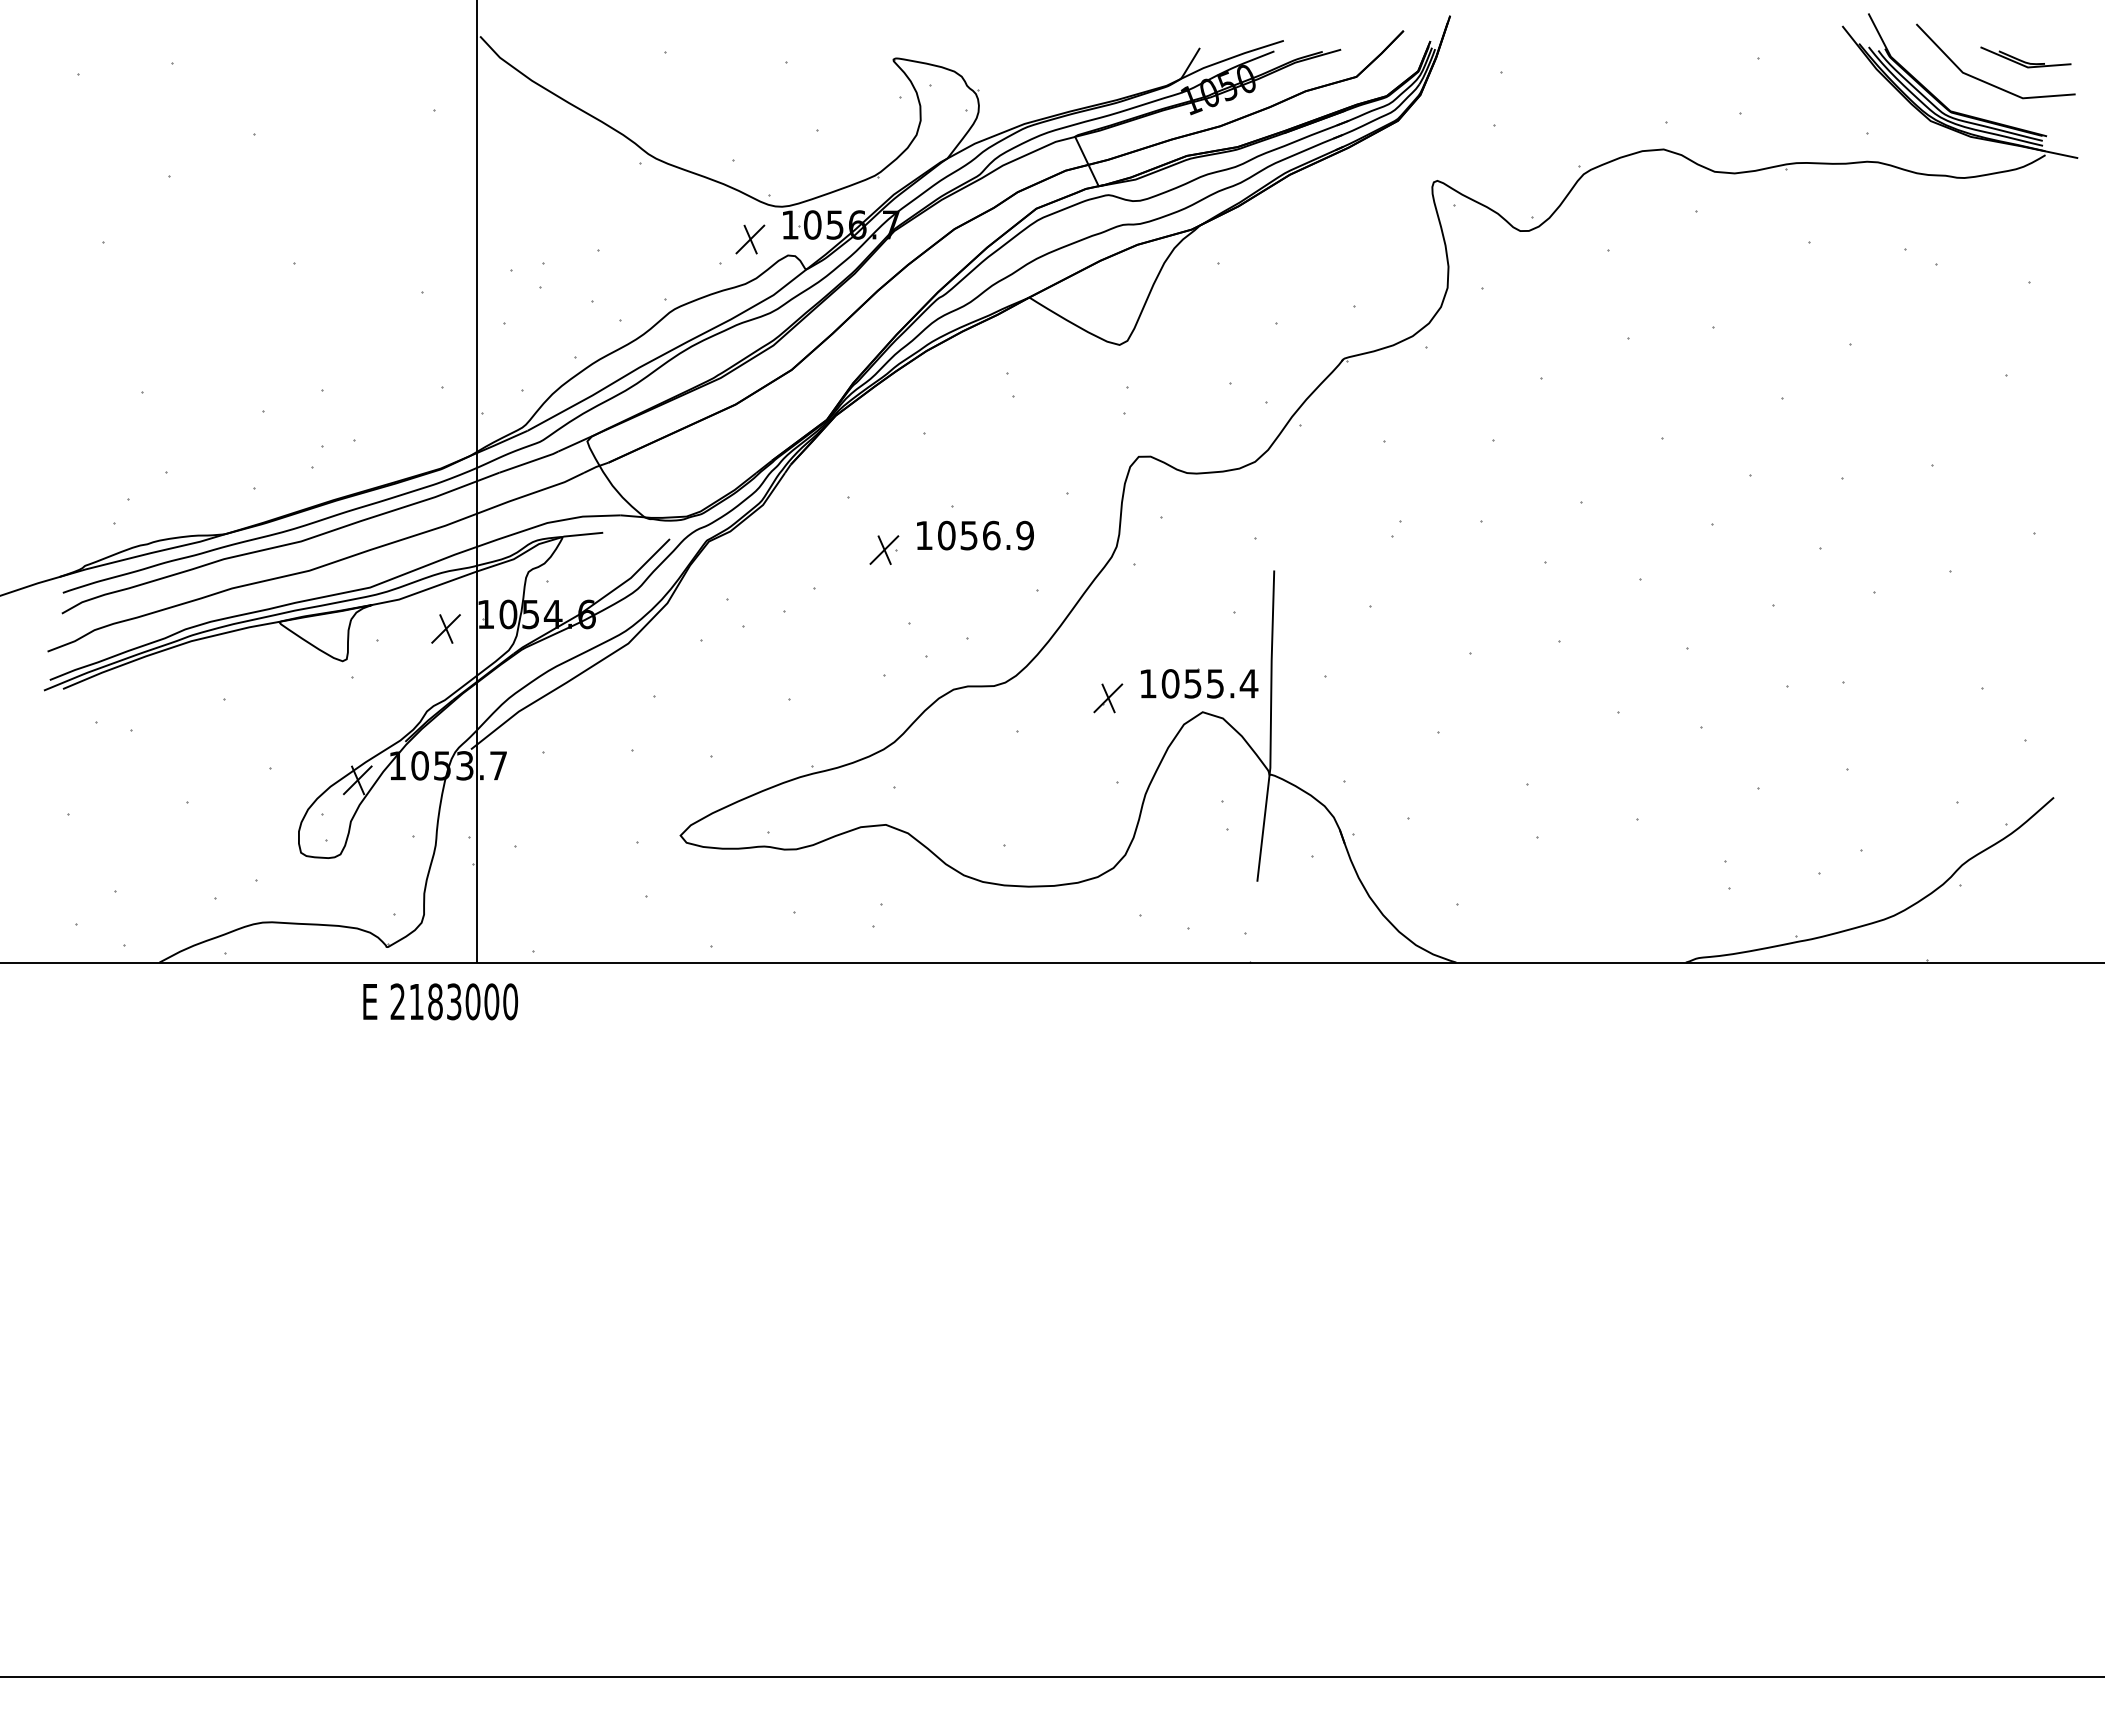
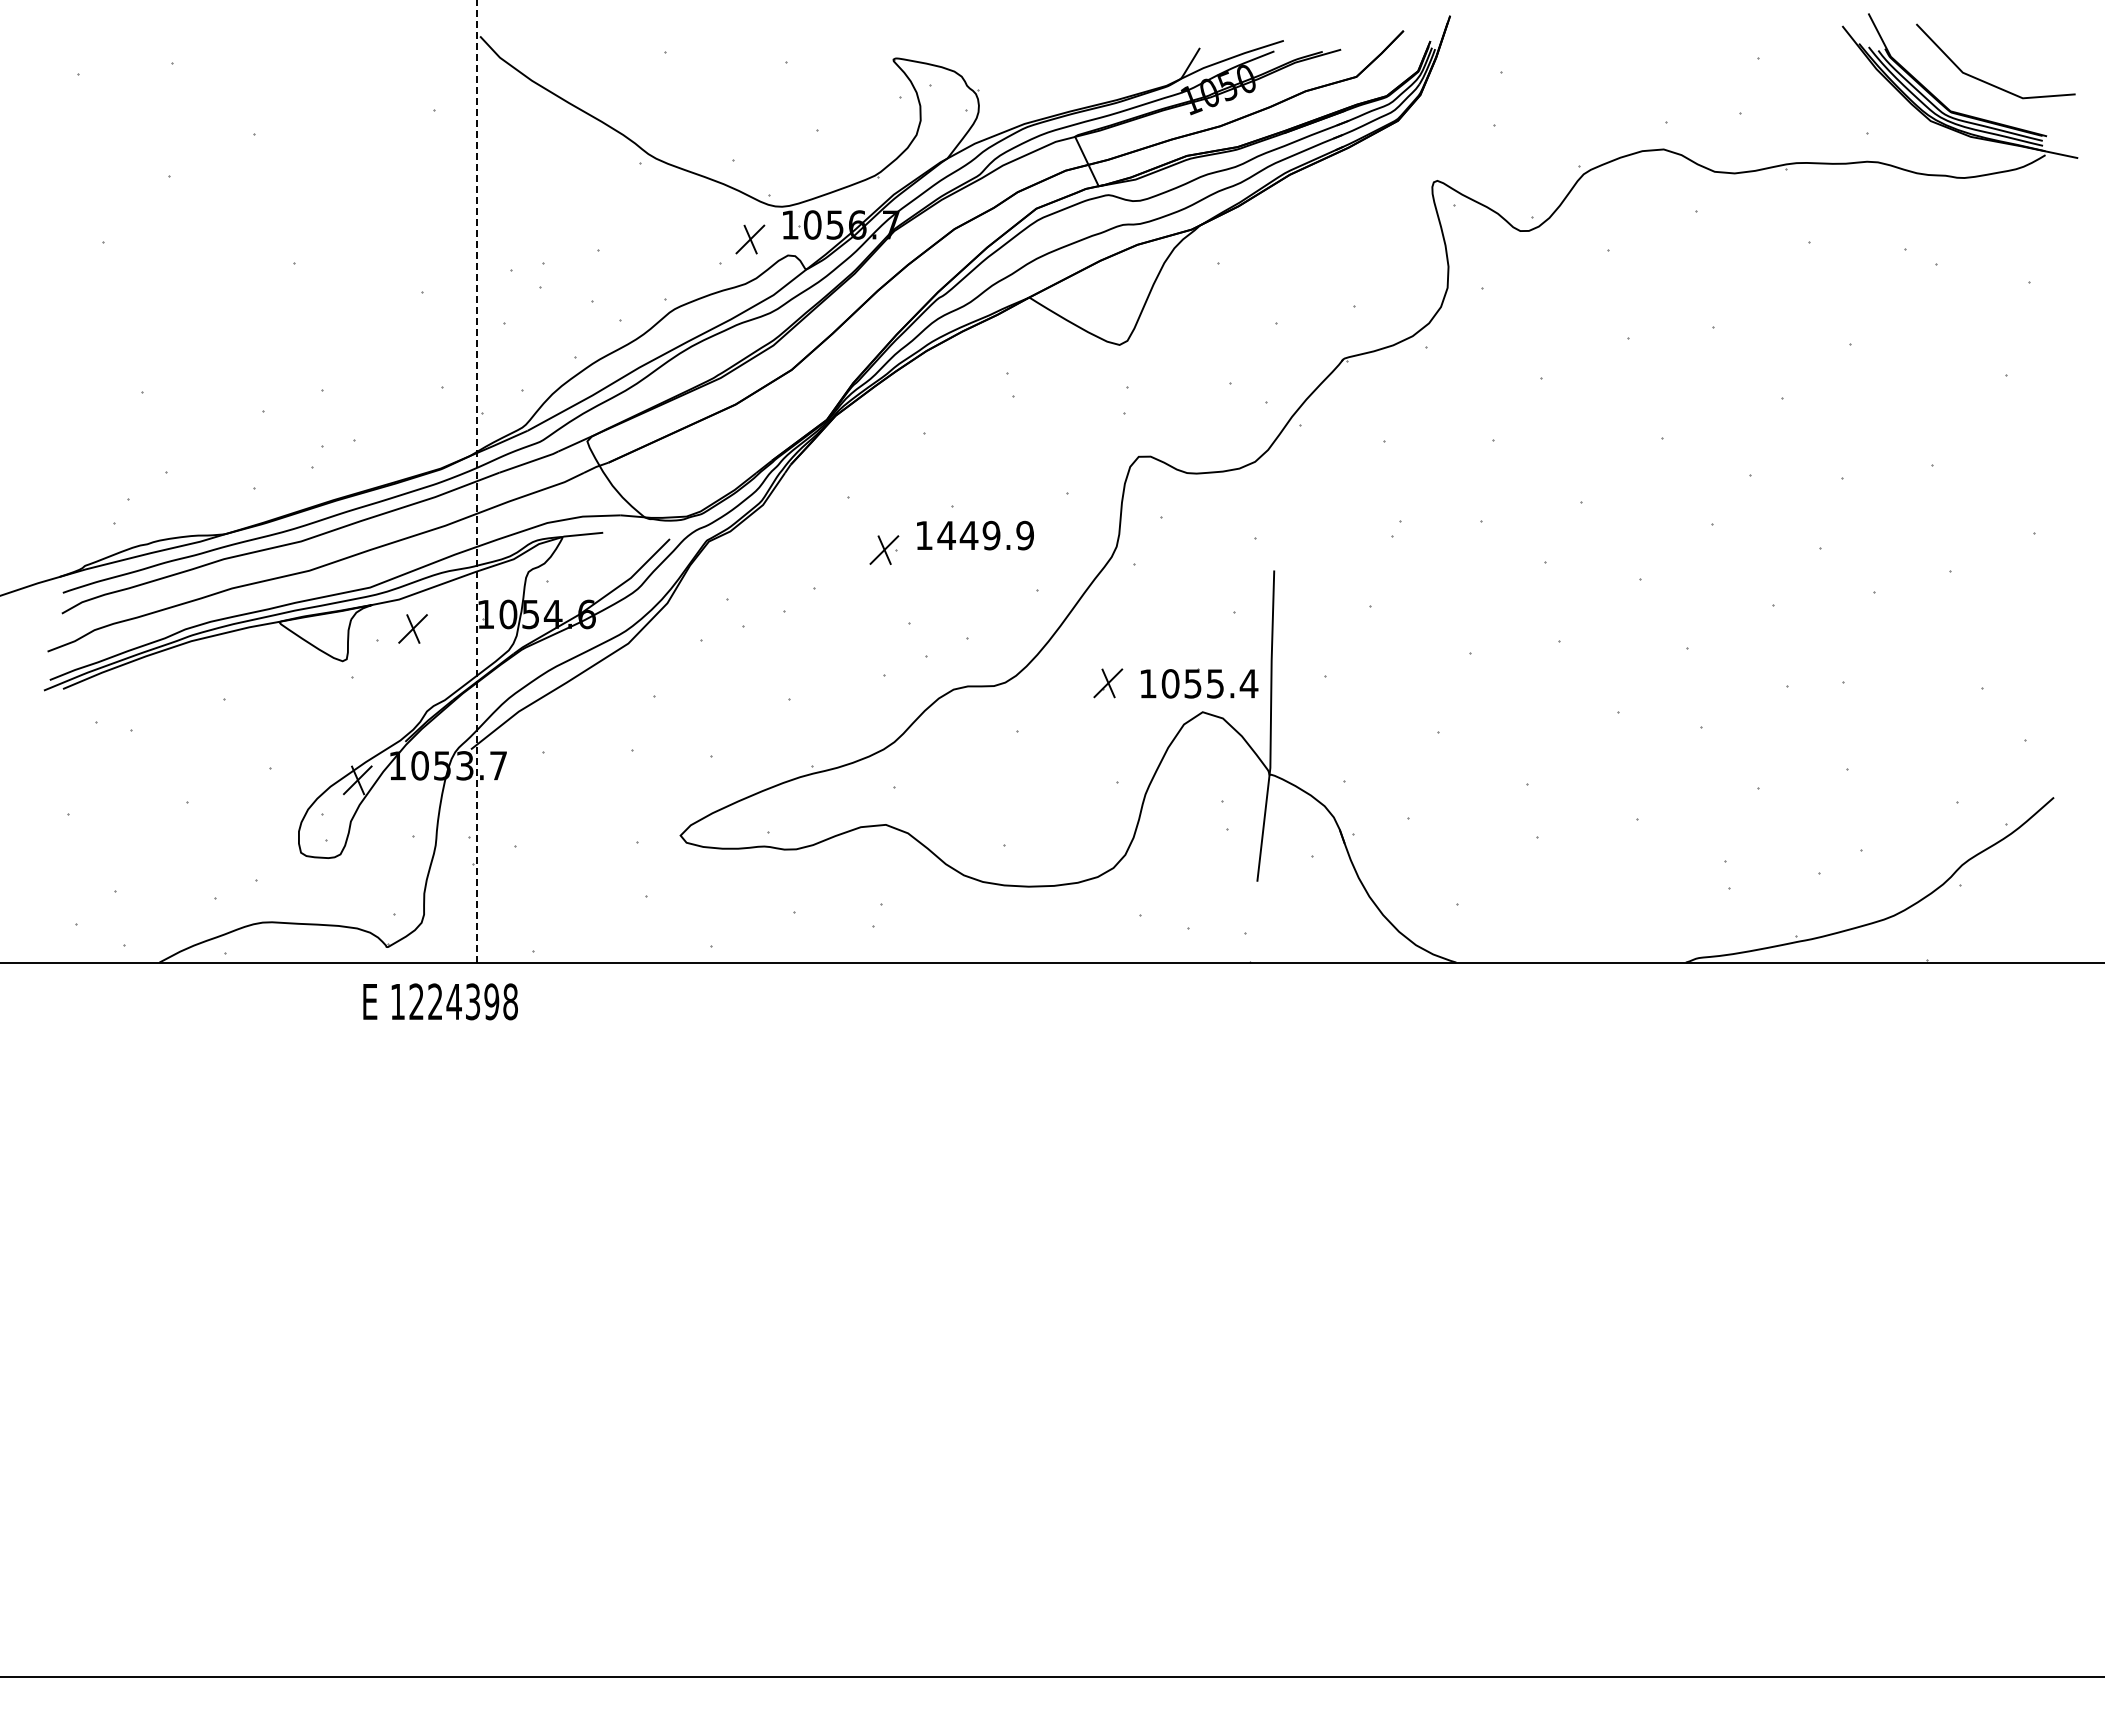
part at (2025, 57): present -> none
line at (477, 481): solid -> dashed
text at (968, 535): 1056.9 -> 1449.9
part at (445, 628) position: (445, 628) -> (412, 628)
part at (1108, 698) position: (1108, 698) -> (1108, 683)
text at (454, 1001): 2183000 -> 1224398
